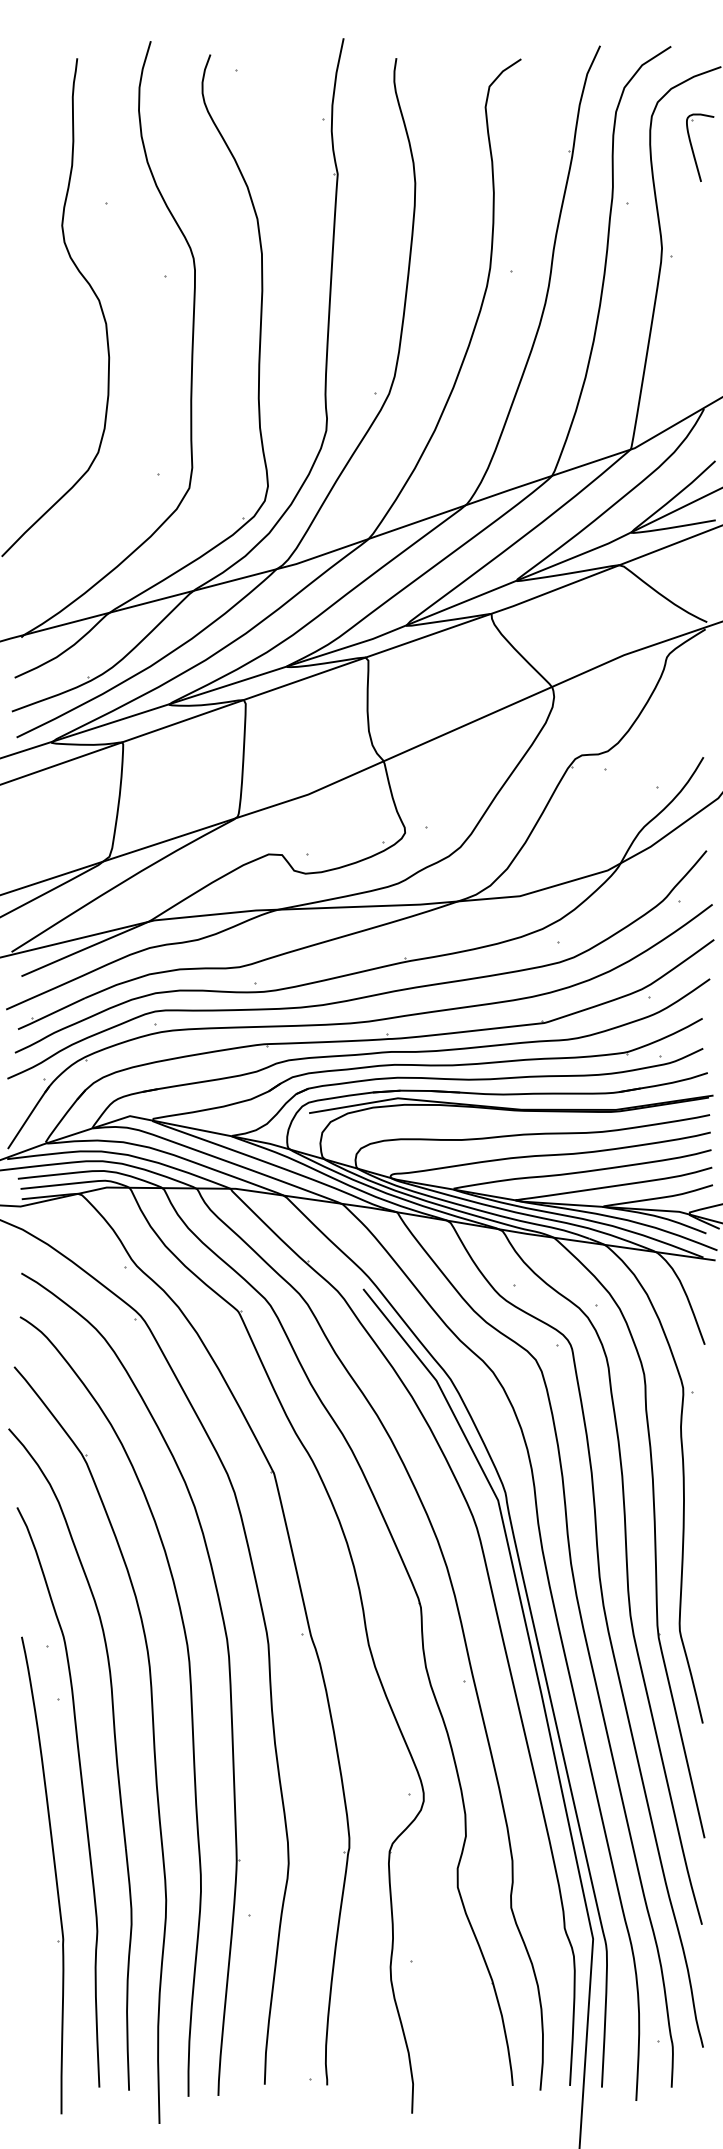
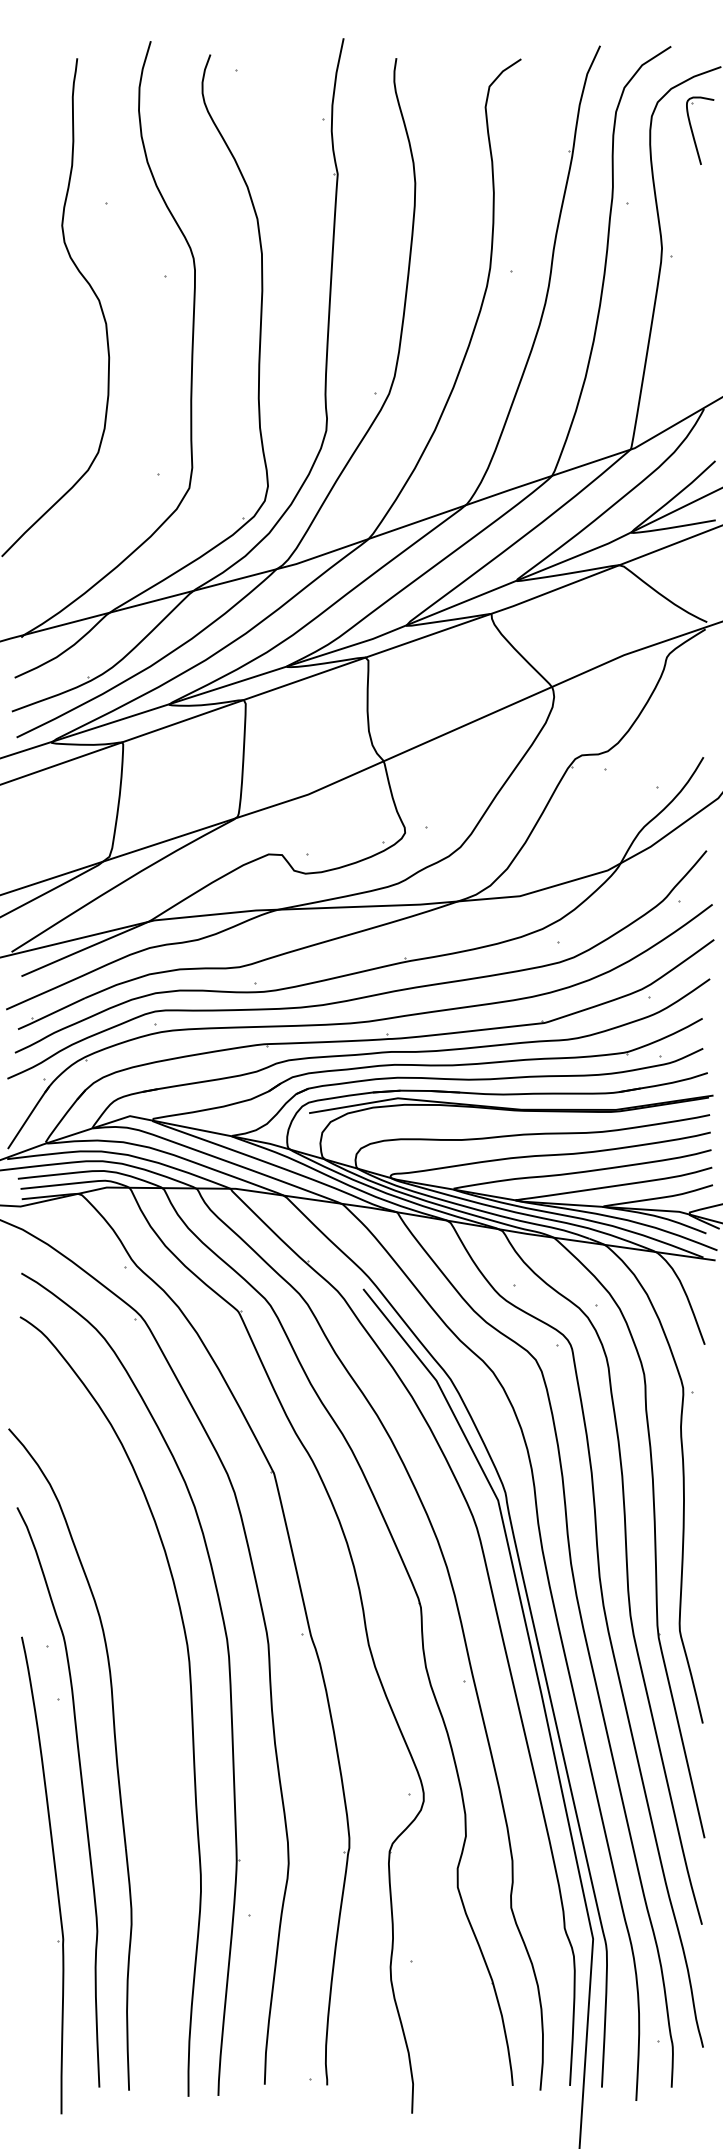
part at (693, 149) position: (693, 149) -> (693, 132)
part at (152, 1735): present -> none
